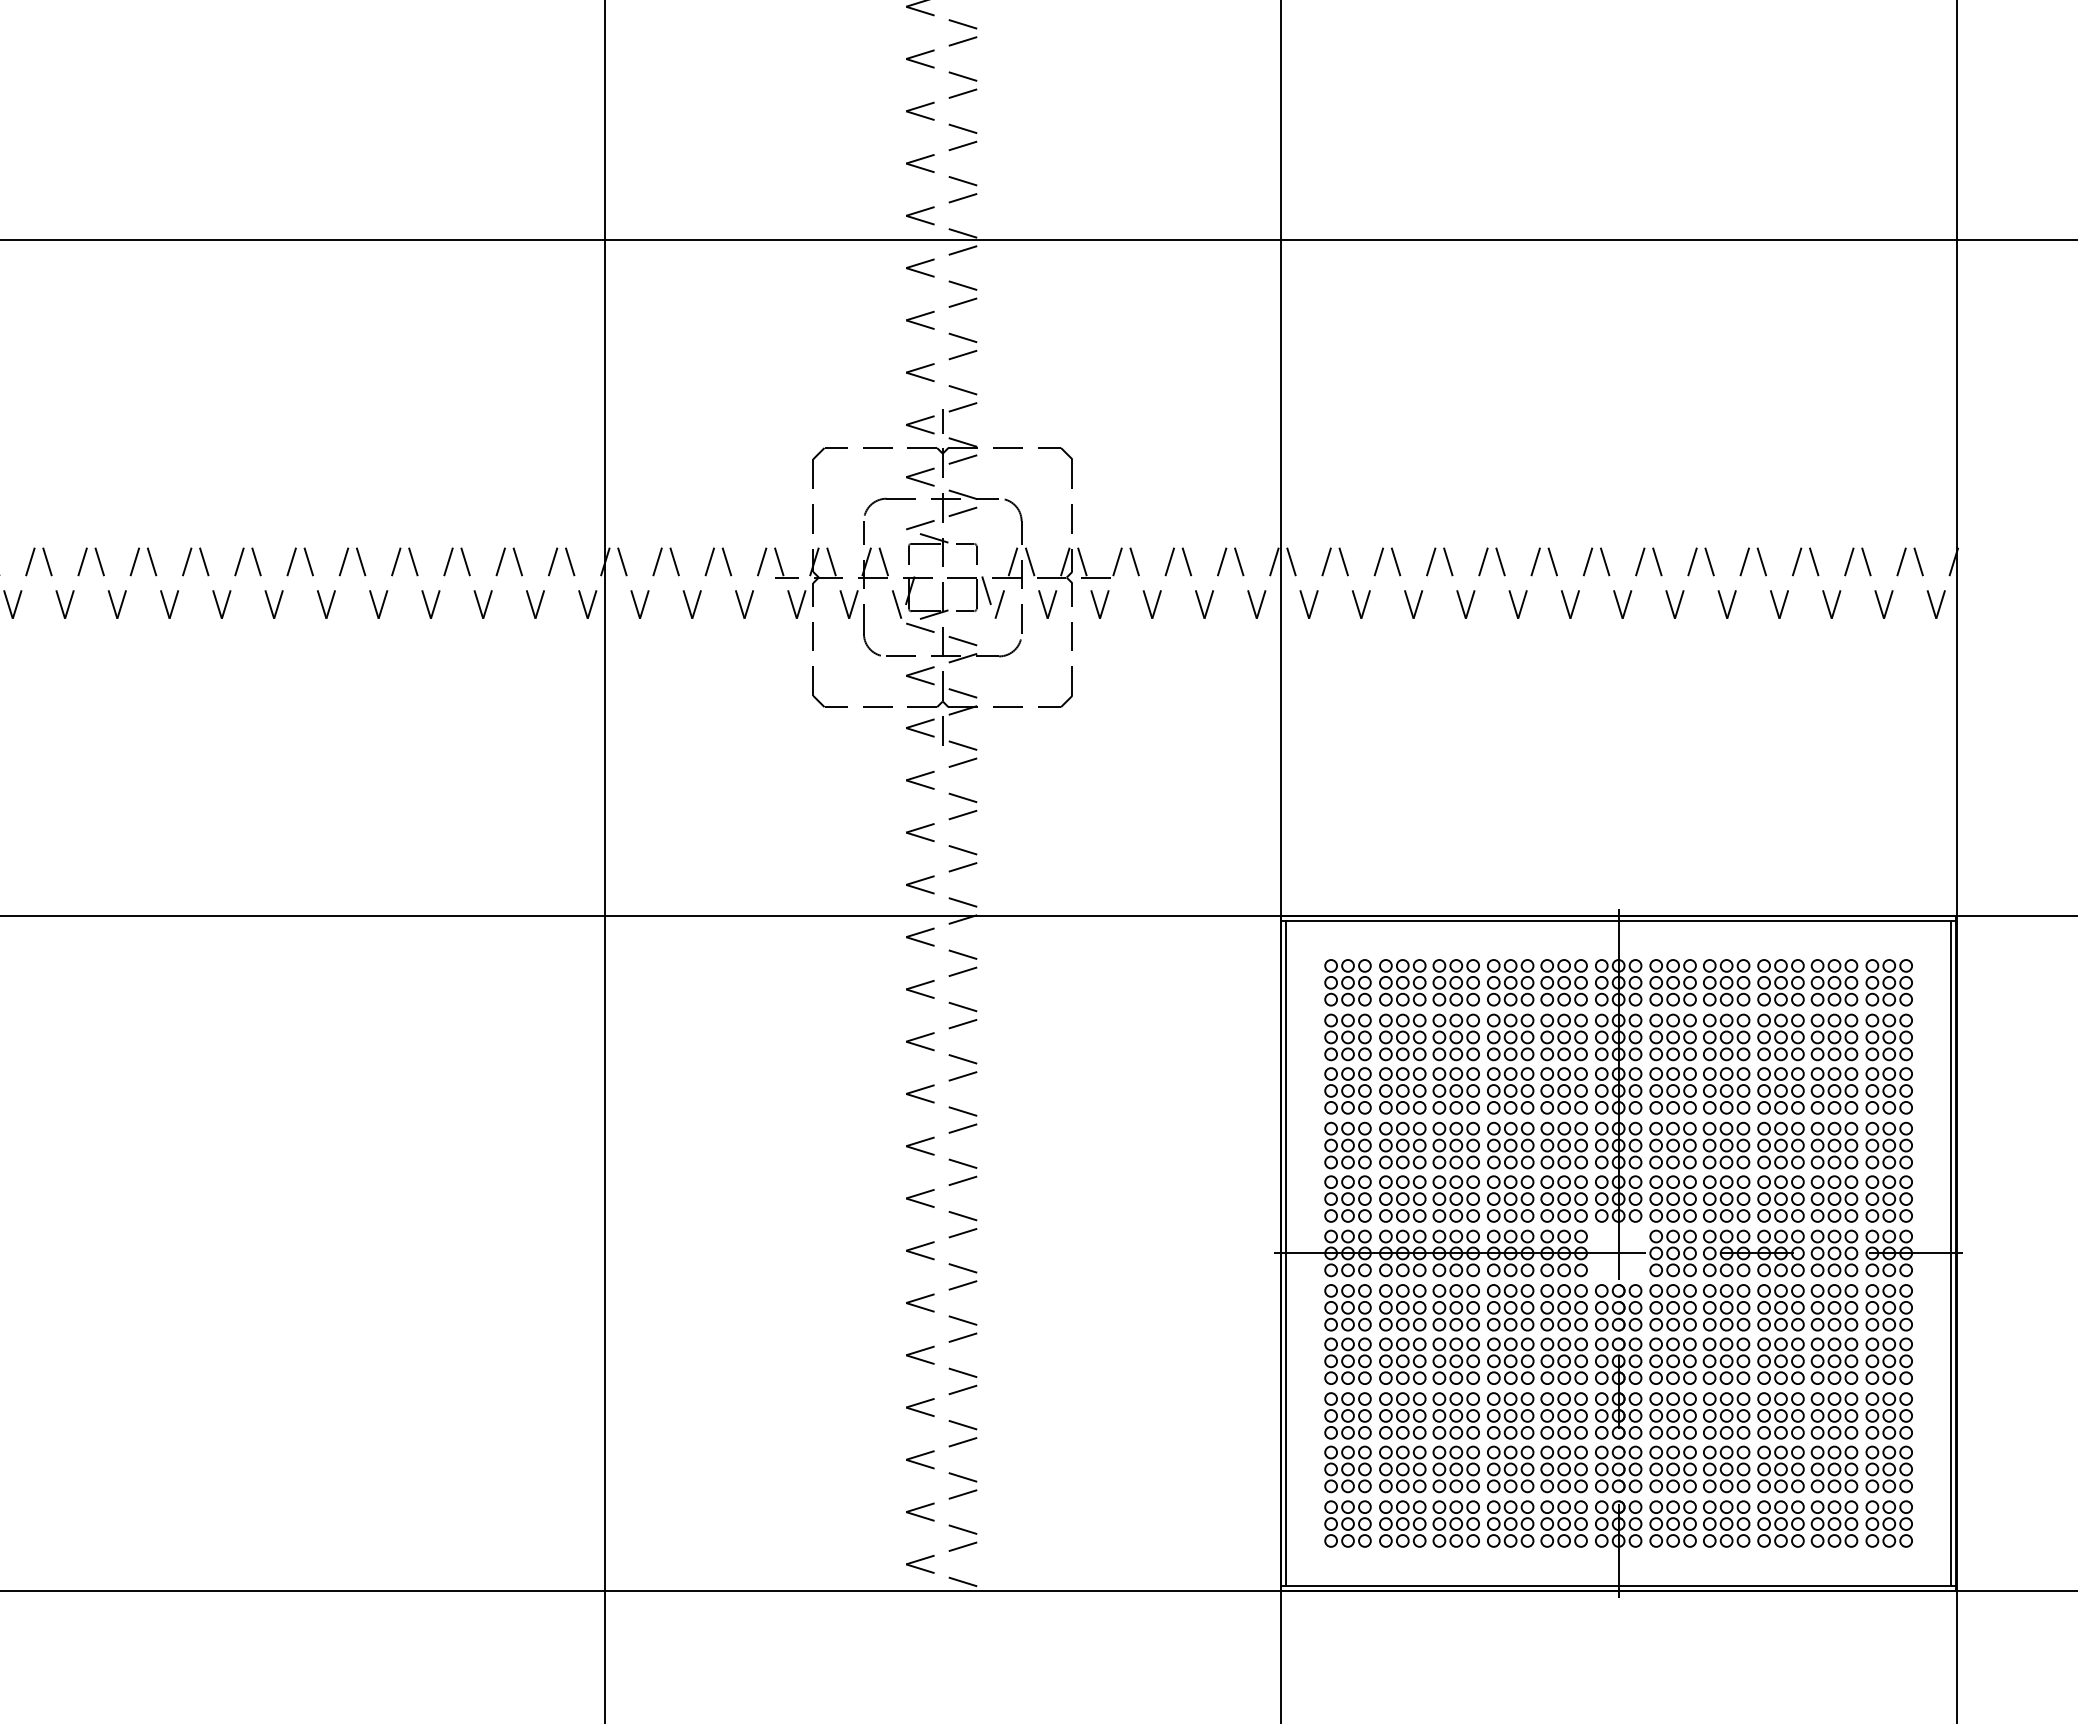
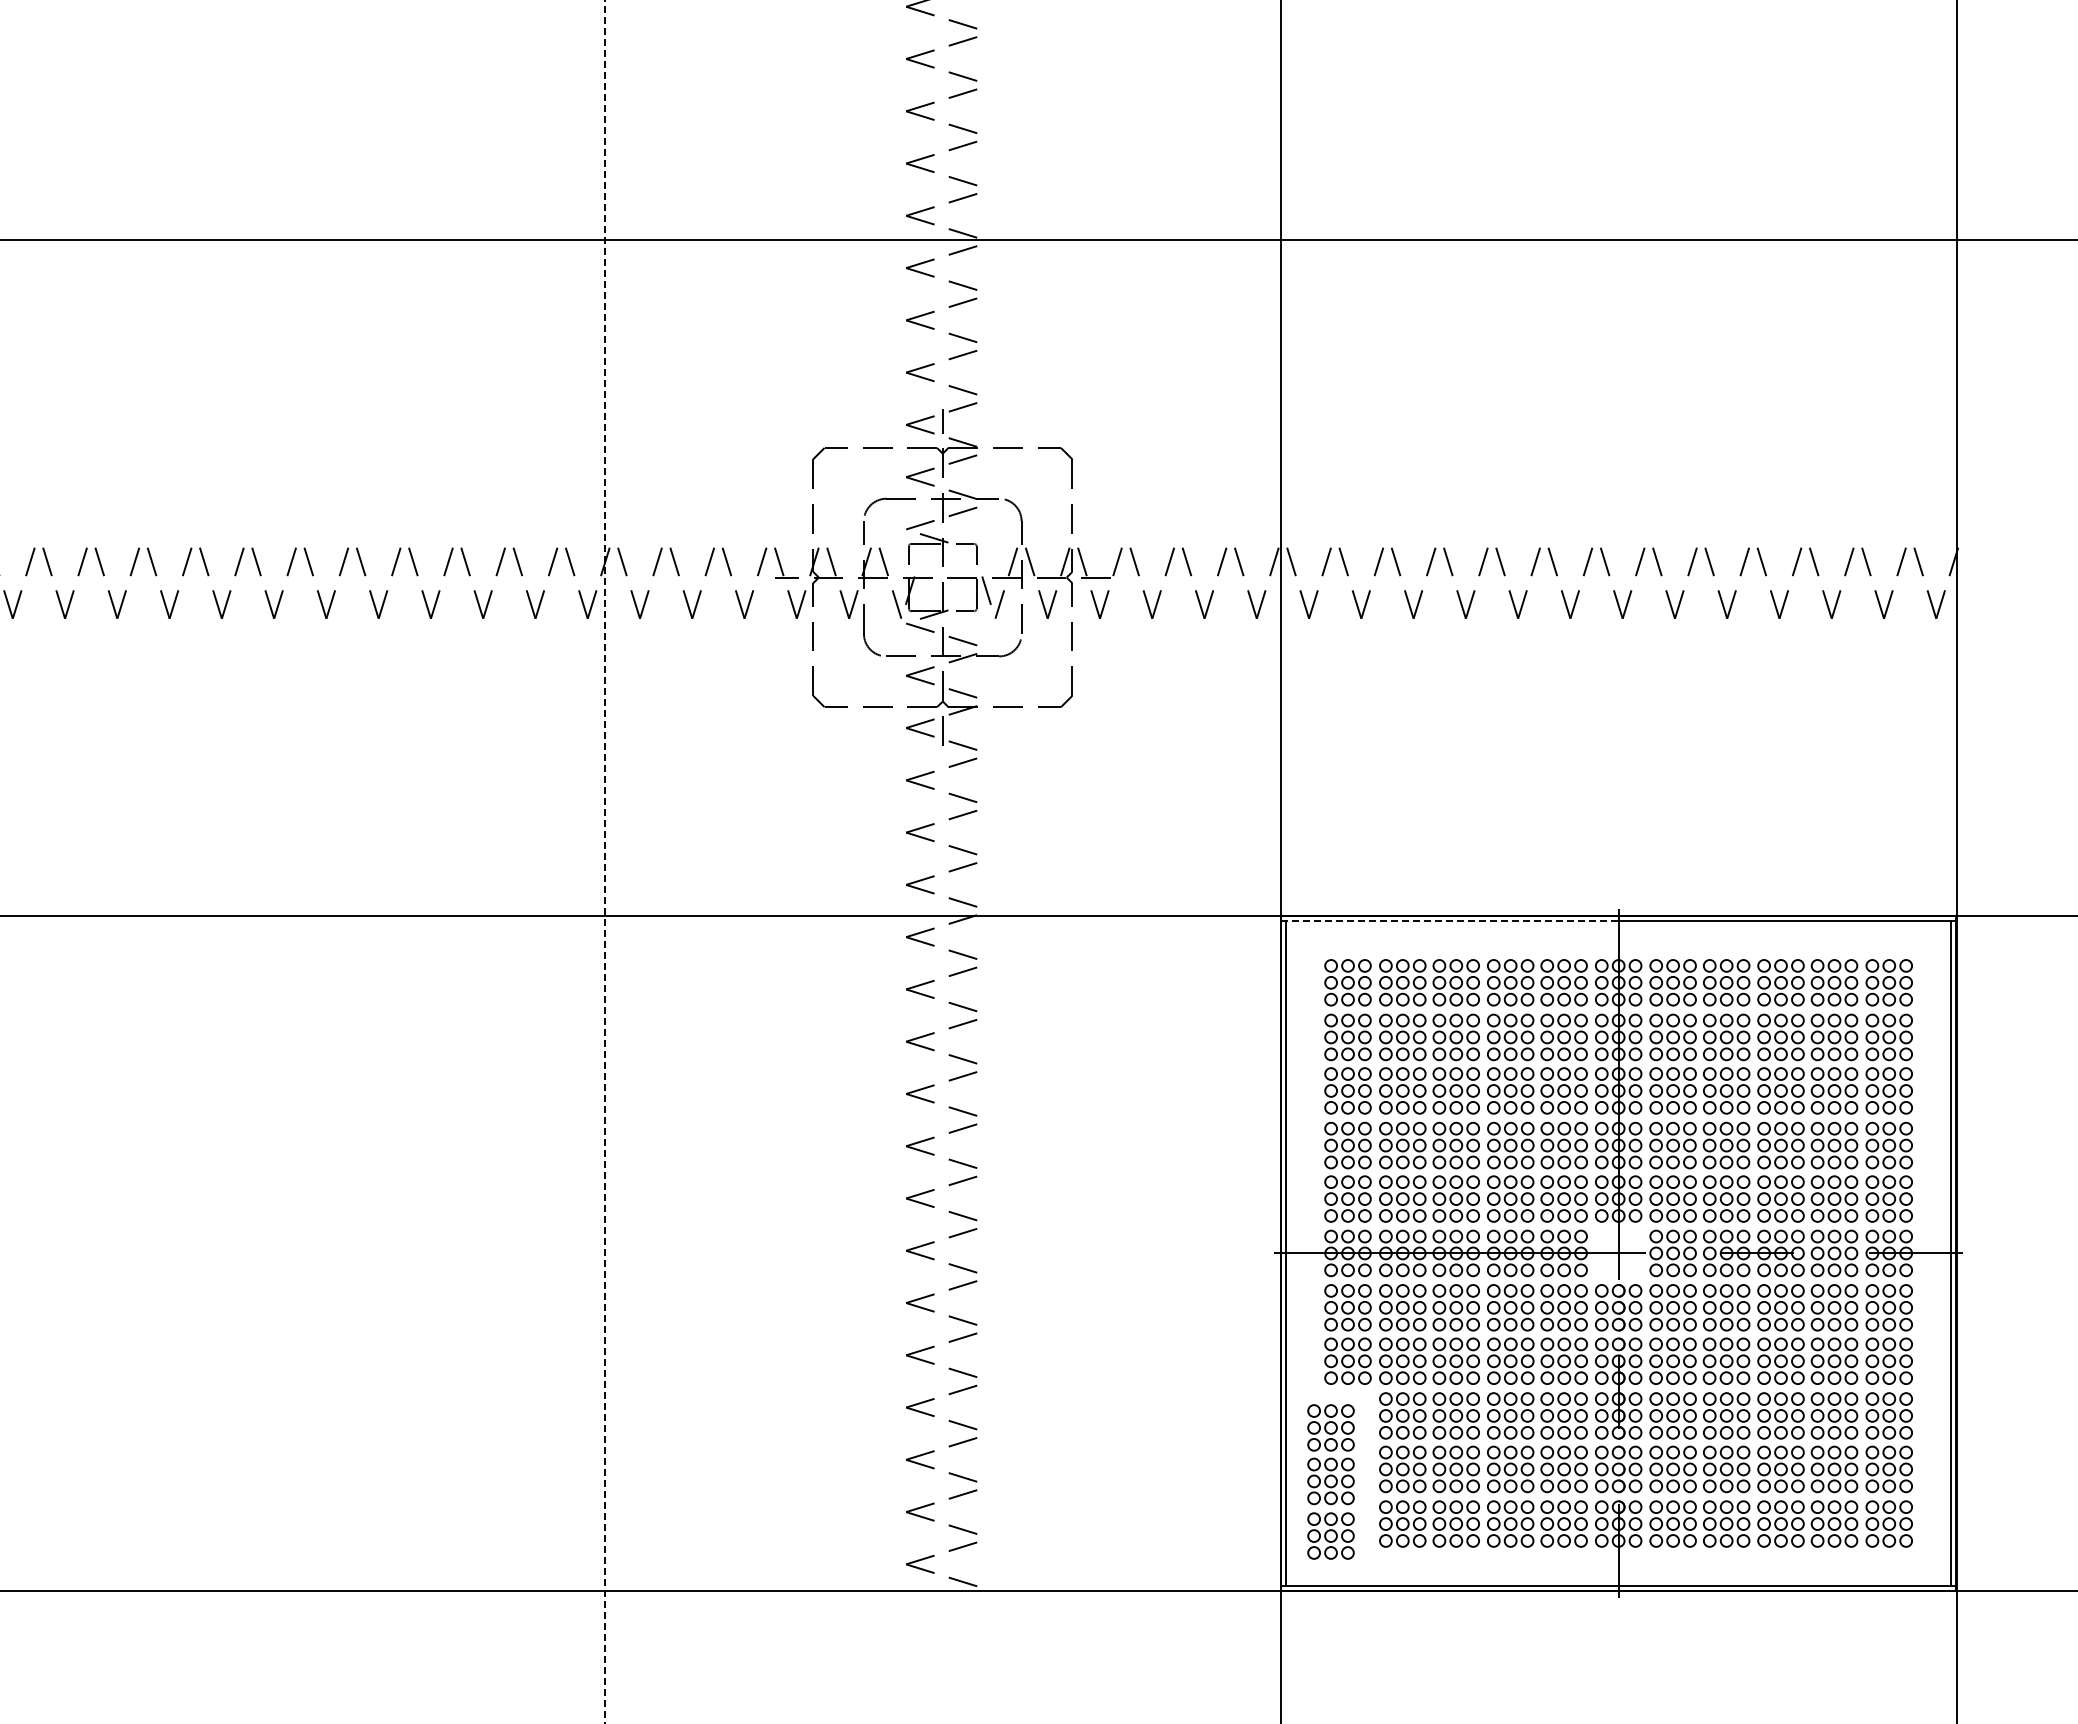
line at (604, 862): solid -> dashed
line at (1449, 921): solid -> dashed
part at (1347, 1469) position: (1347, 1469) -> (1330, 1481)
